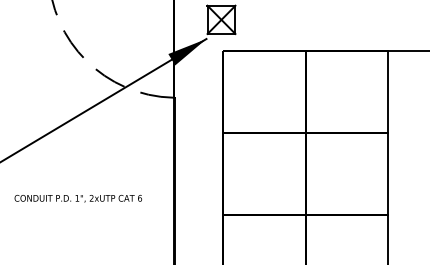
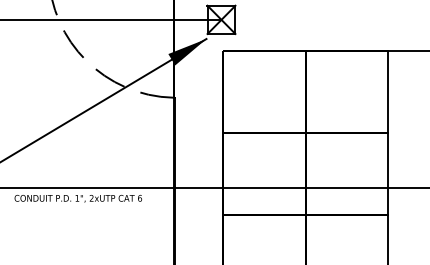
line at (111, 20): none -> present
line at (214, 187): none -> present
